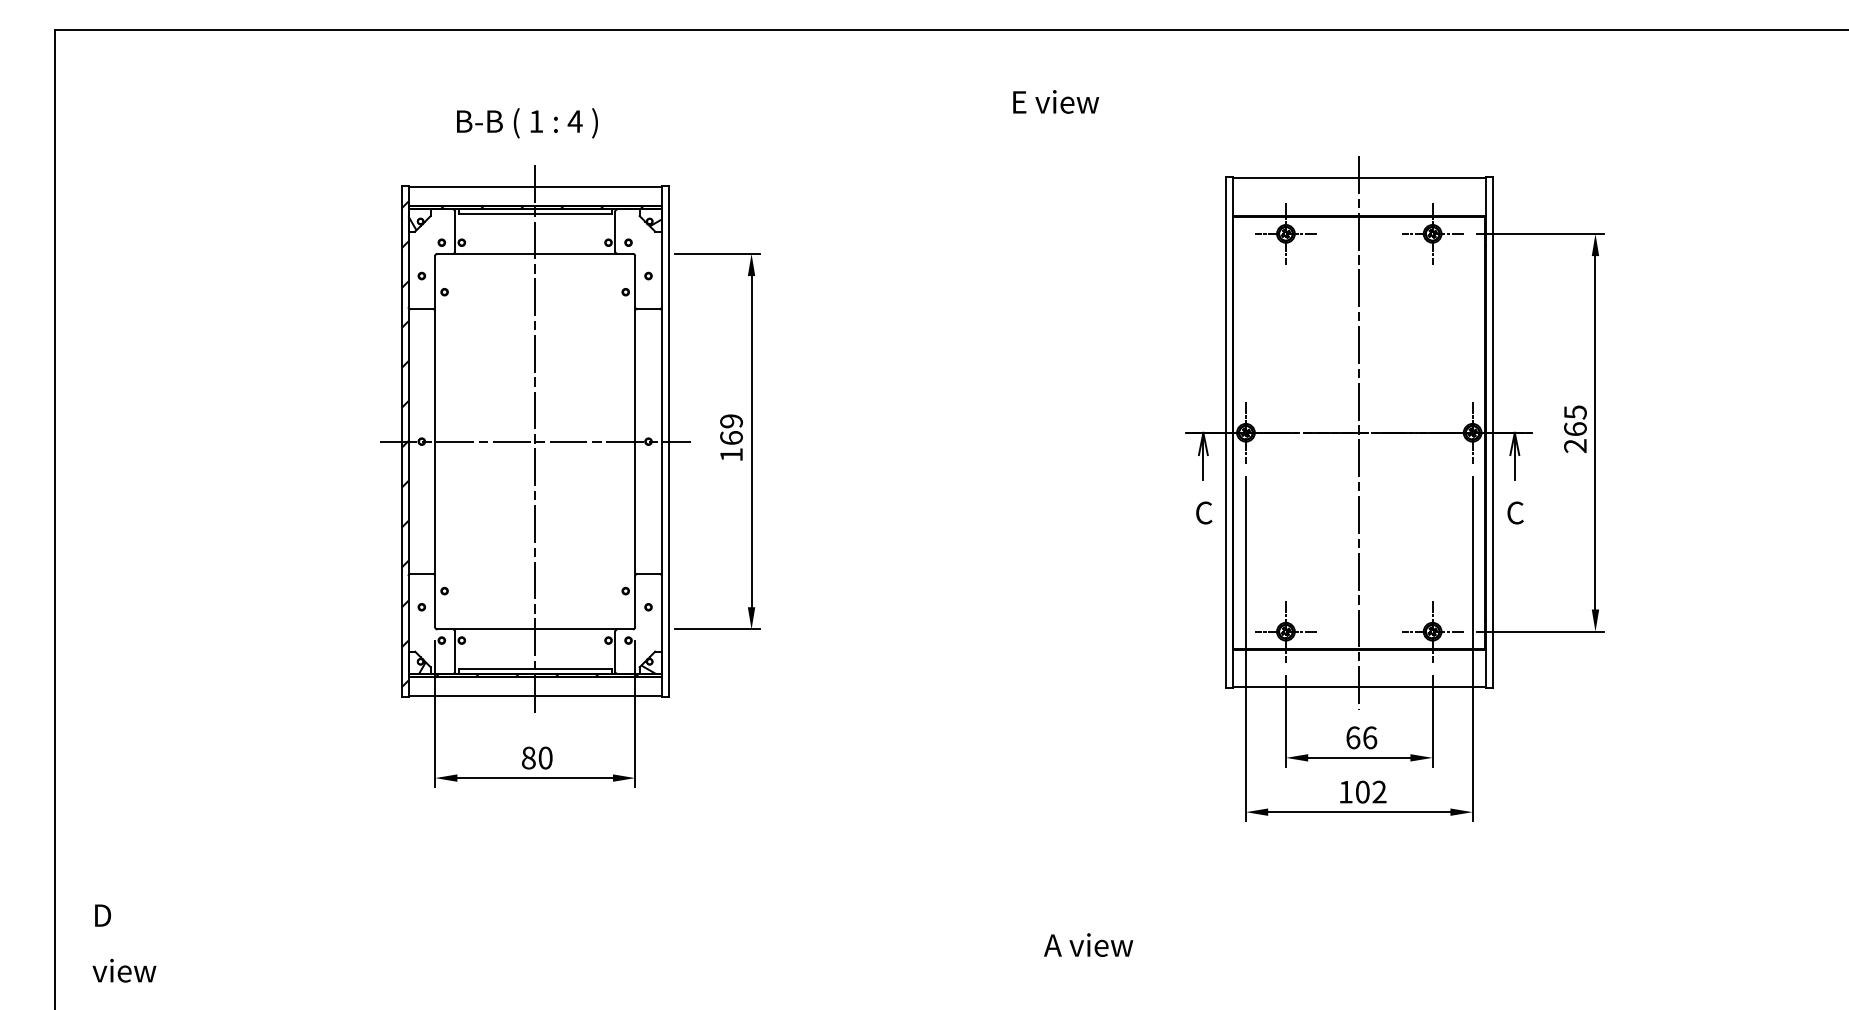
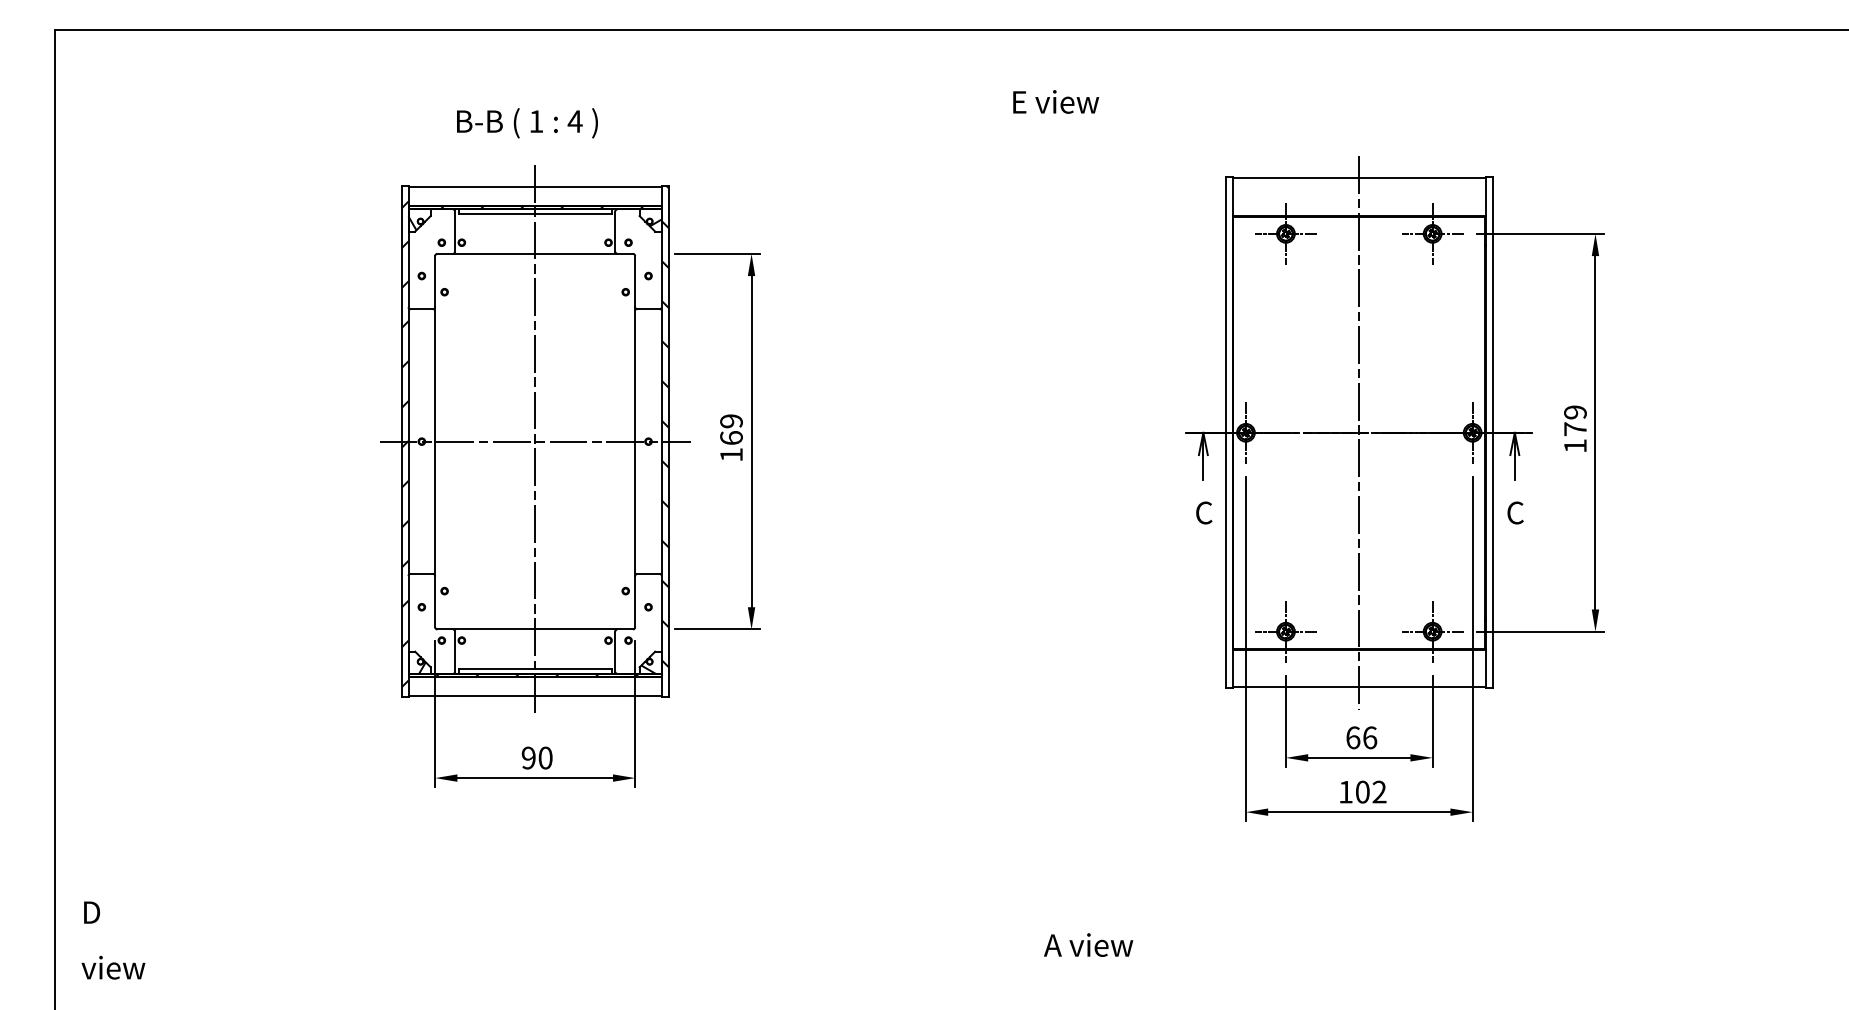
hatch at (664, 426): none -> present
text at (1575, 429): 265 -> 179
text at (528, 757): 80 -> 90
text at (124, 943) position: (124, 943) -> (113, 940)
